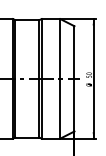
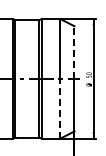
line at (74, 52): solid -> dashed
line at (60, 108): solid -> dashed
